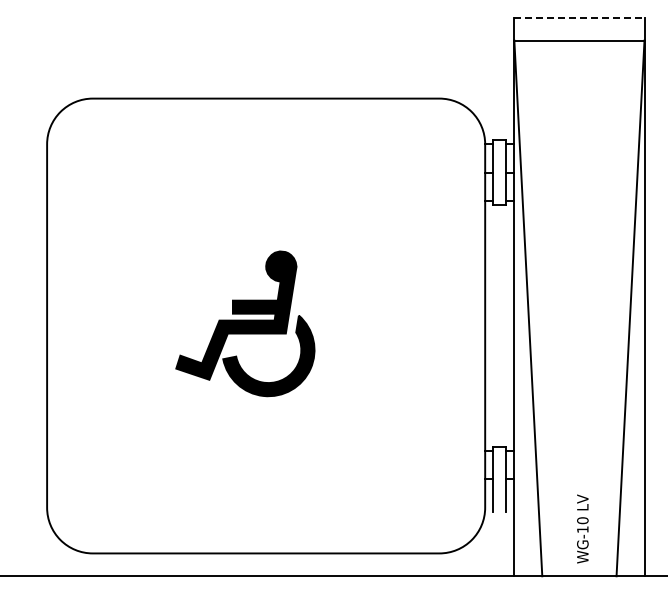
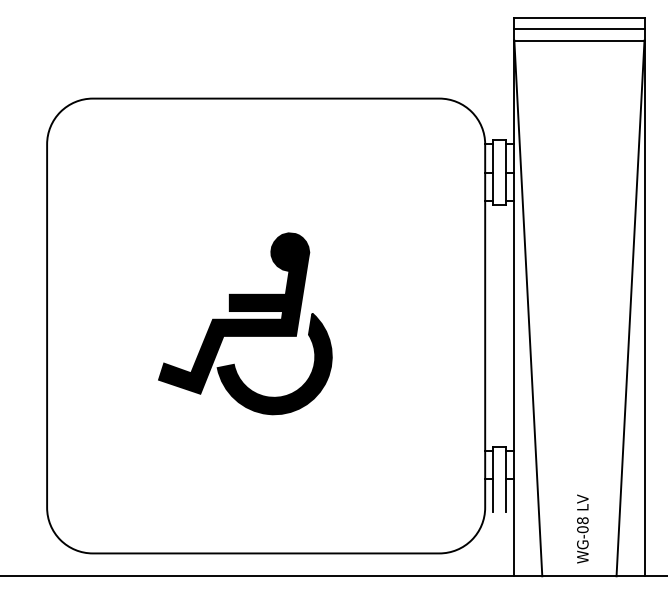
line at (579, 17): dashed -> solid
line at (579, 29): none -> present
part at (245, 323) size: 141x148 px -> 175x184 px
text at (582, 525): WG-10 -> WG-08
